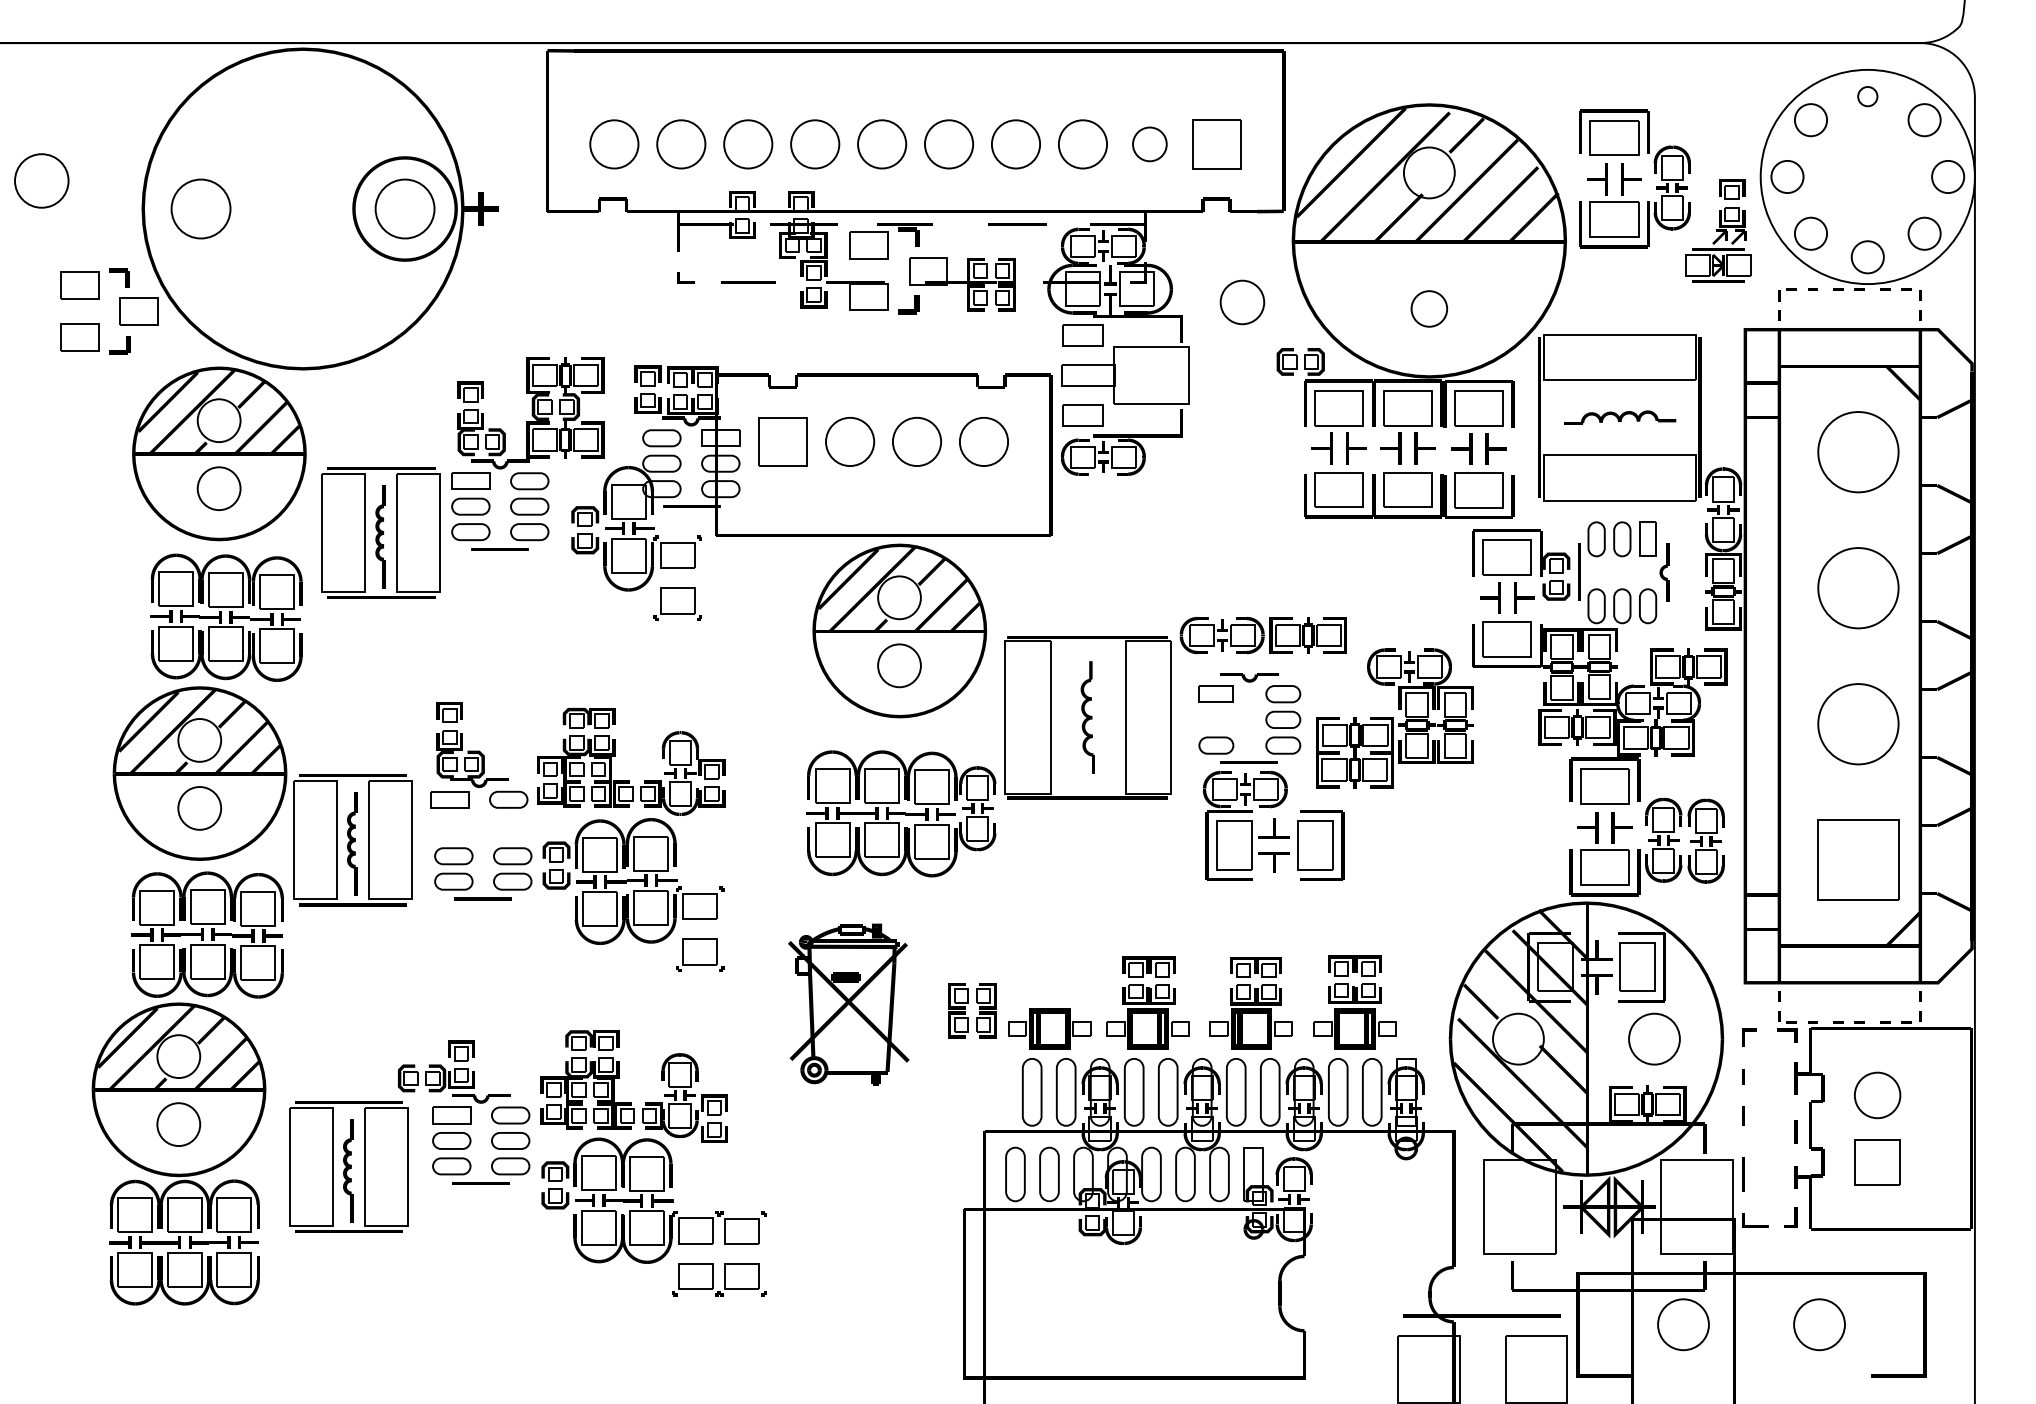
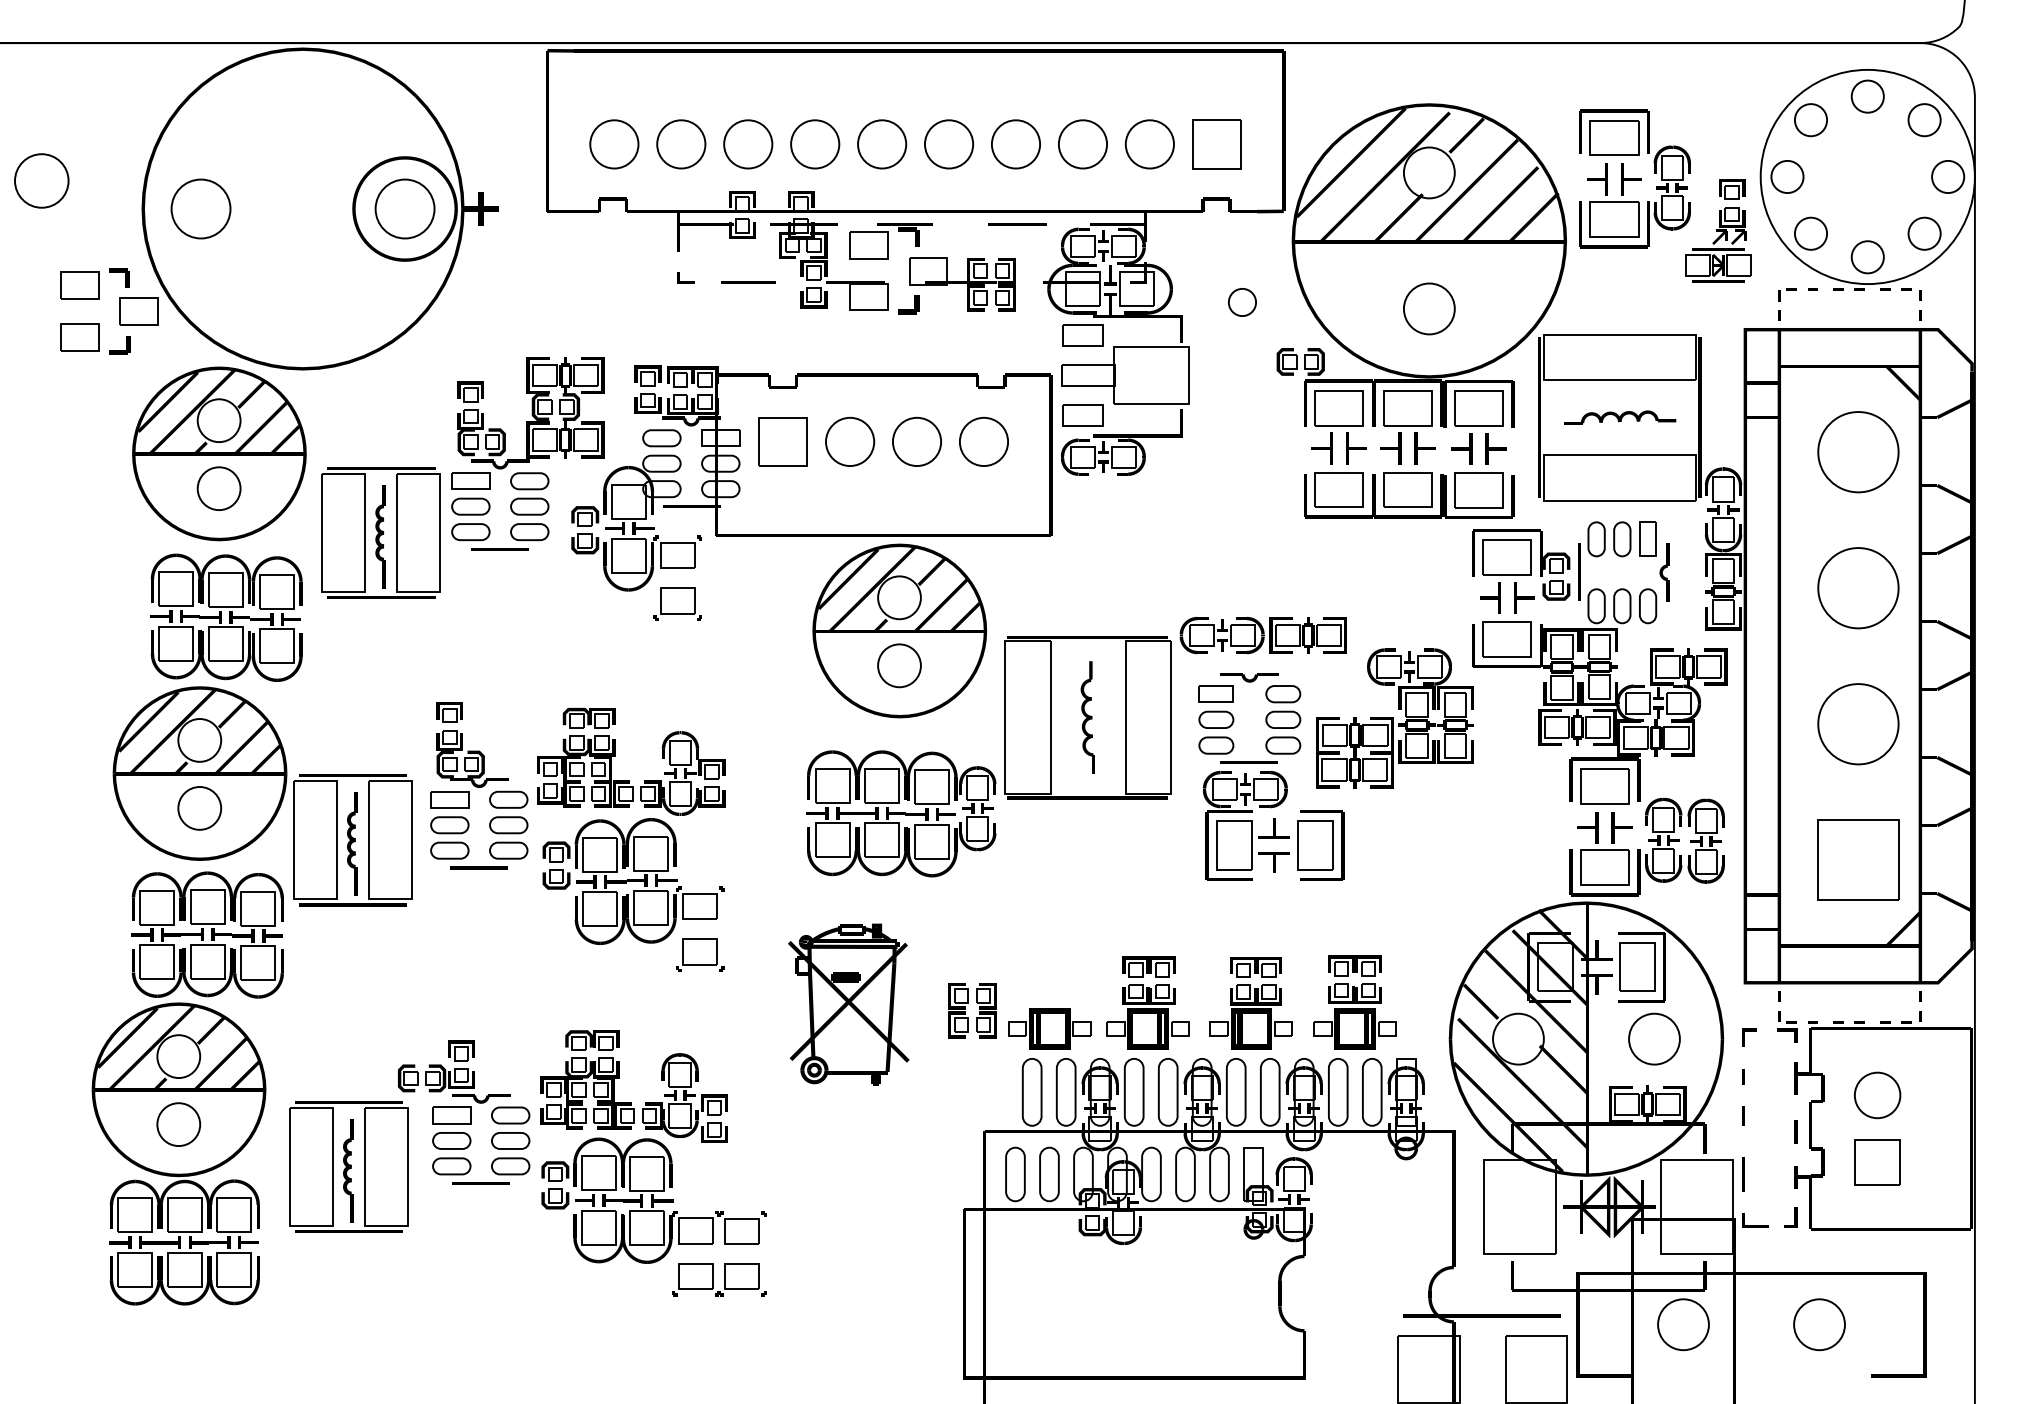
circle at (1867, 96) diameter: 19 px -> 32 px
circle at (1149, 144) diameter: 34 px -> 48 px
circle at (1242, 302) diameter: 44 px -> 27 px
circle at (1429, 308) diameter: 36 px -> 51 px
part at (1216, 719): none -> present
part at (493, 878) position: (493, 878) -> (489, 847)
